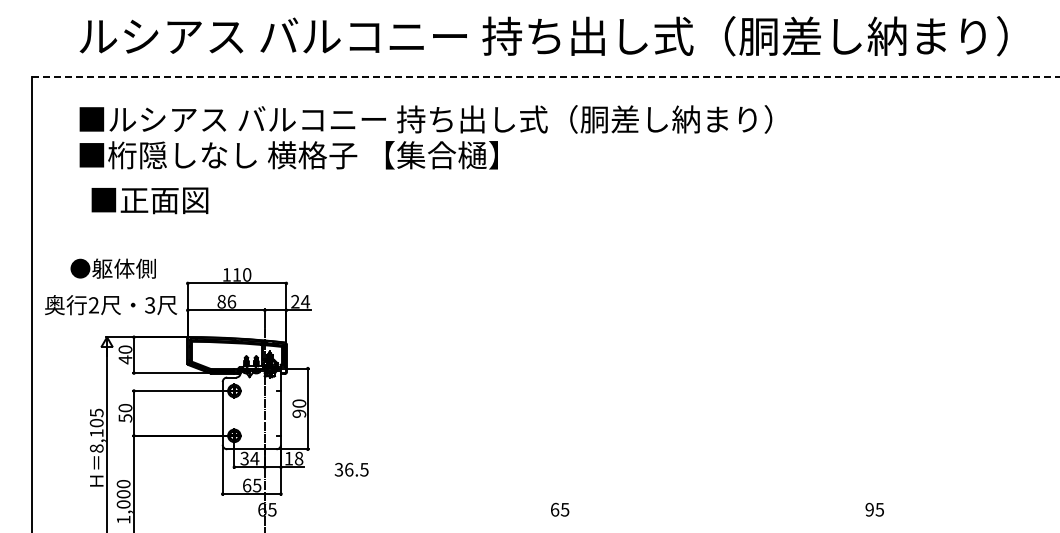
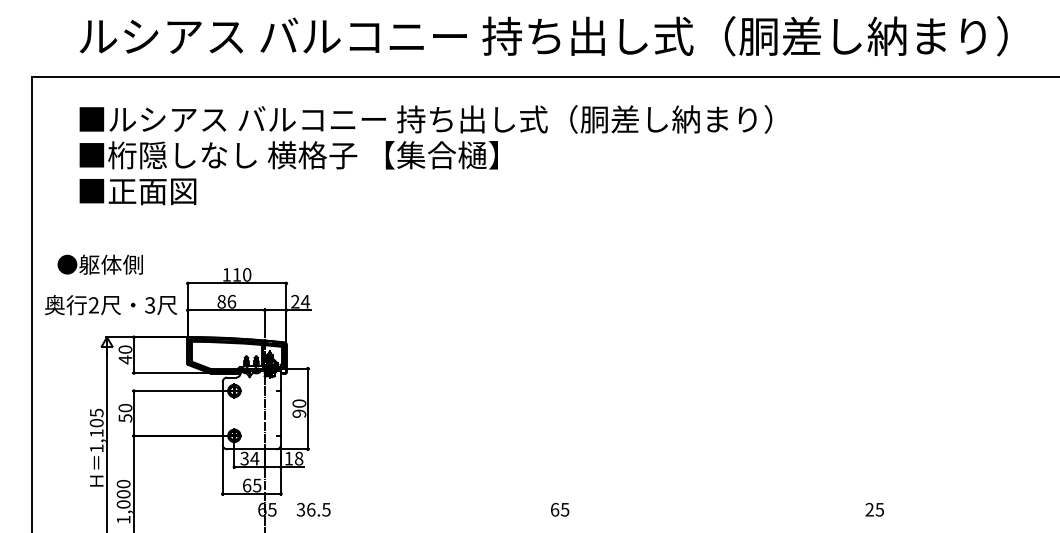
line at (545, 77): dashed -> solid
text at (149, 200) position: (149, 200) -> (137, 191)
text at (112, 268) position: (112, 268) -> (99, 264)
text at (96, 448): 8,105 -> 1,105
text at (351, 469) position: (351, 469) -> (313, 509)
text at (869, 509): 95 -> 25
